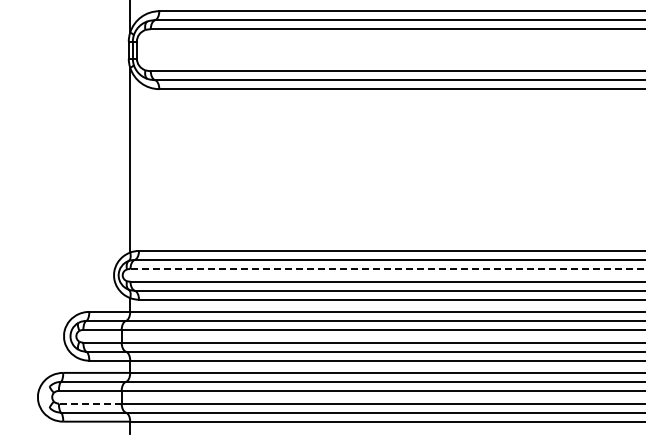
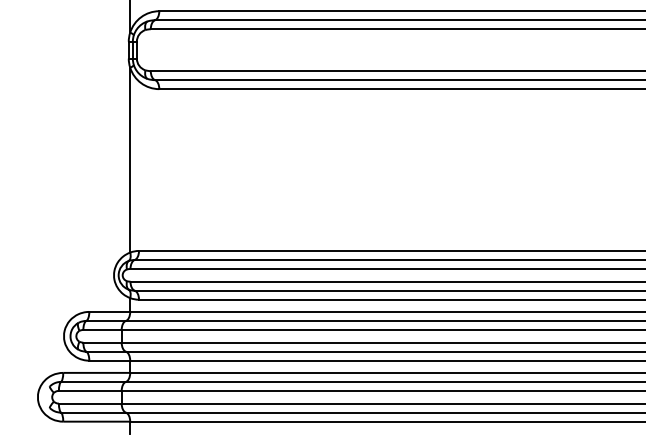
line at (388, 268): dashed -> solid
line at (89, 403): dashed -> solid
